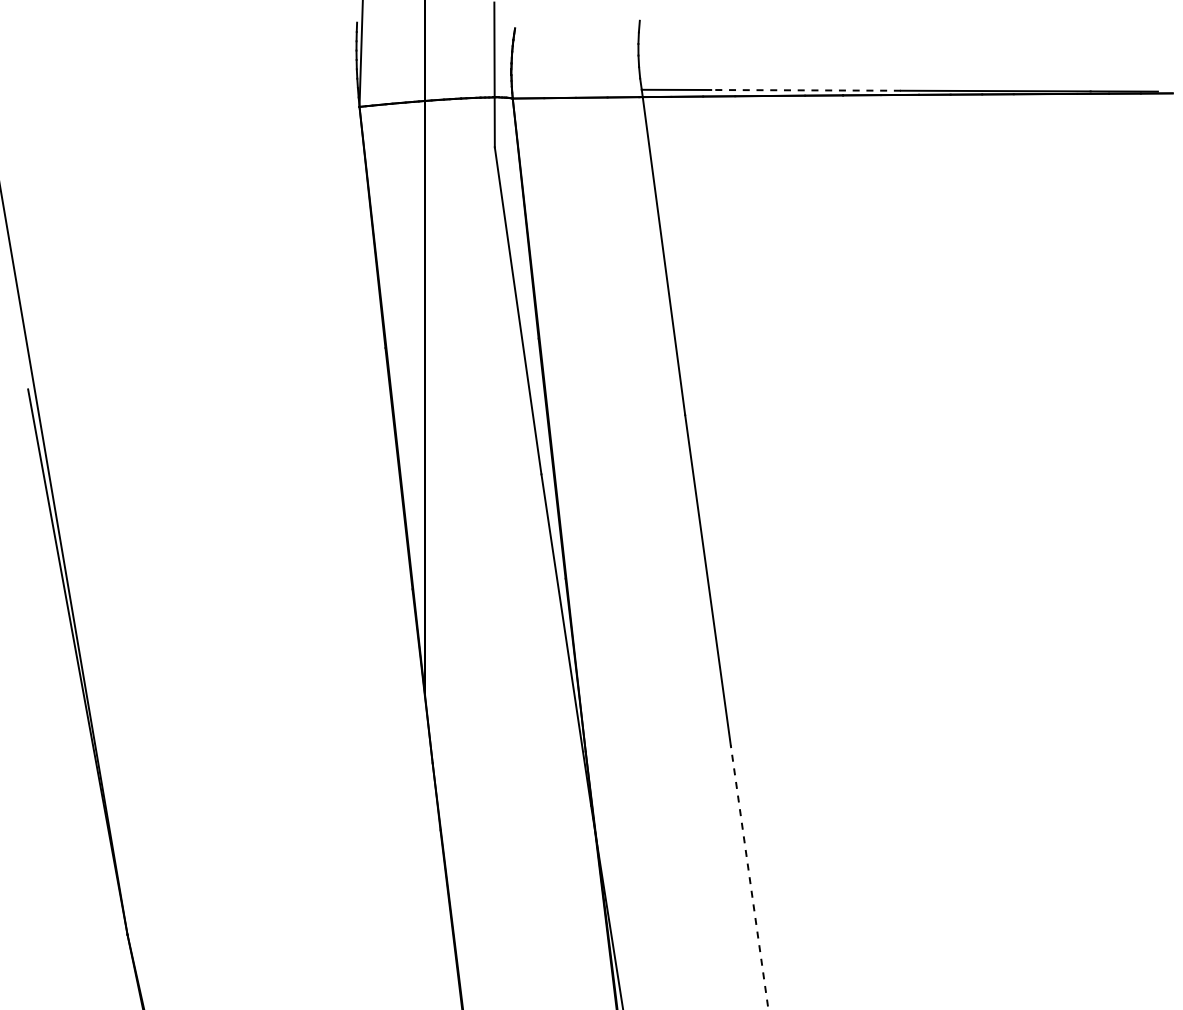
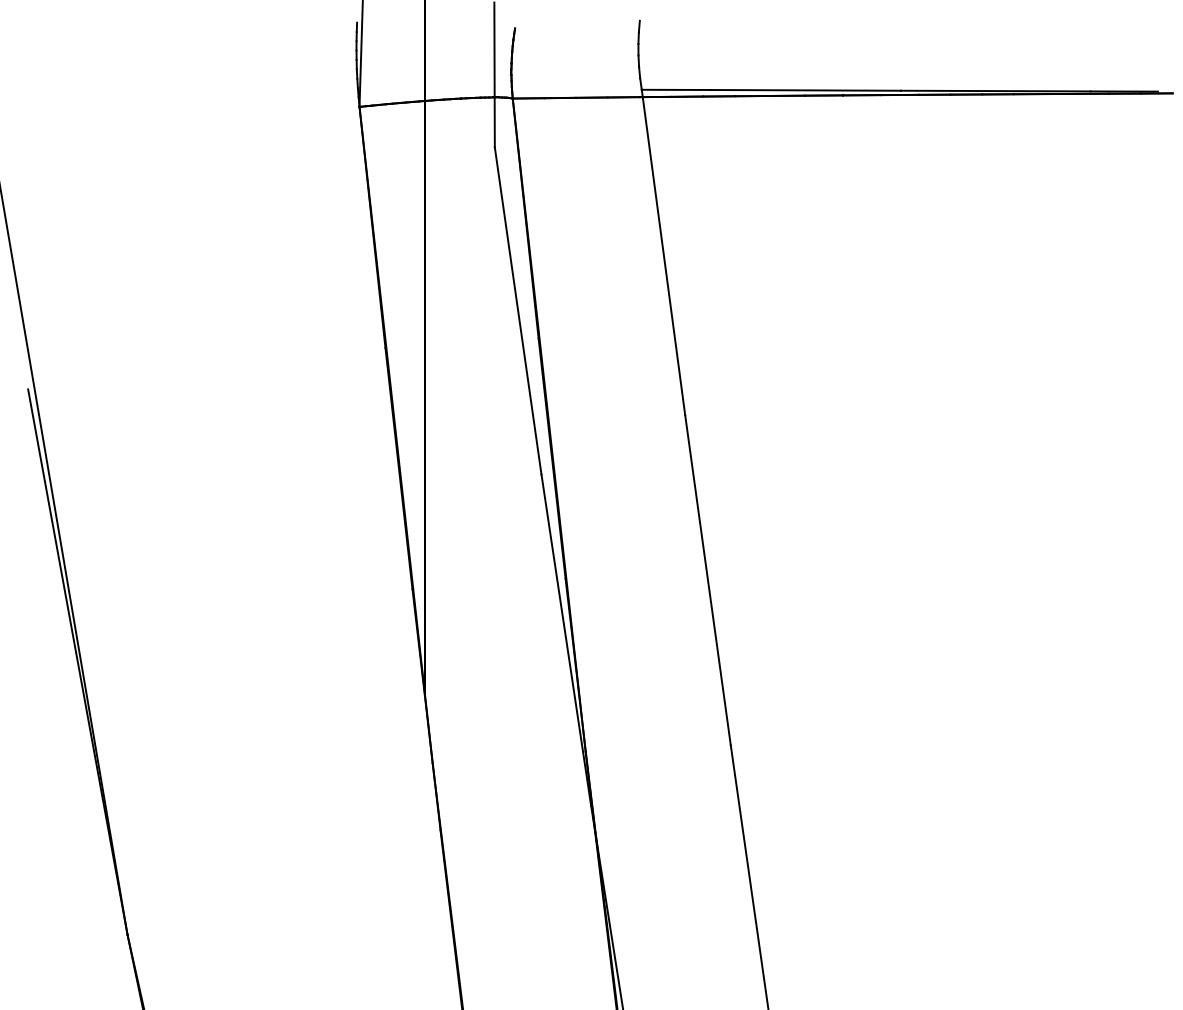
line at (806, 90): dashed -> solid
line at (749, 876): dashed -> solid
